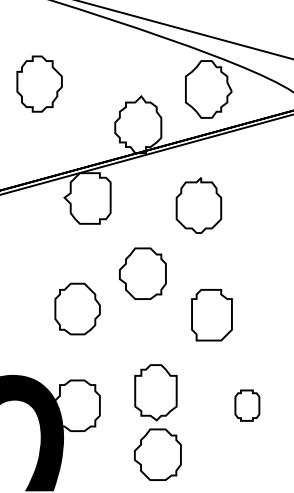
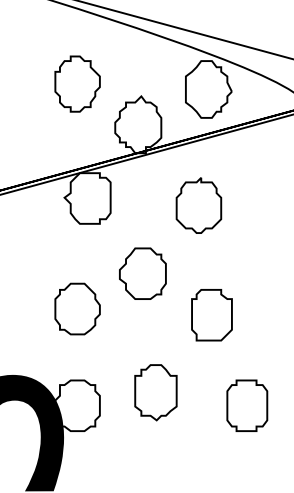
part at (39, 83) position: (39, 83) -> (77, 83)
part at (247, 405) size: 27x33 px -> 43x53 px
part at (157, 454): present -> none
